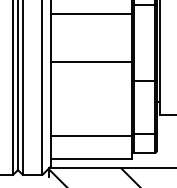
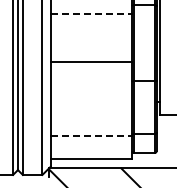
line at (91, 14): solid -> dashed
line at (91, 135): solid -> dashed
